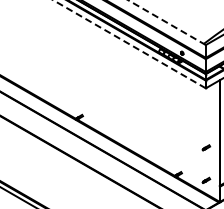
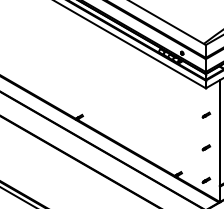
line at (166, 22): dashed -> solid
line at (129, 44): dashed -> solid
part at (206, 114): none -> present
